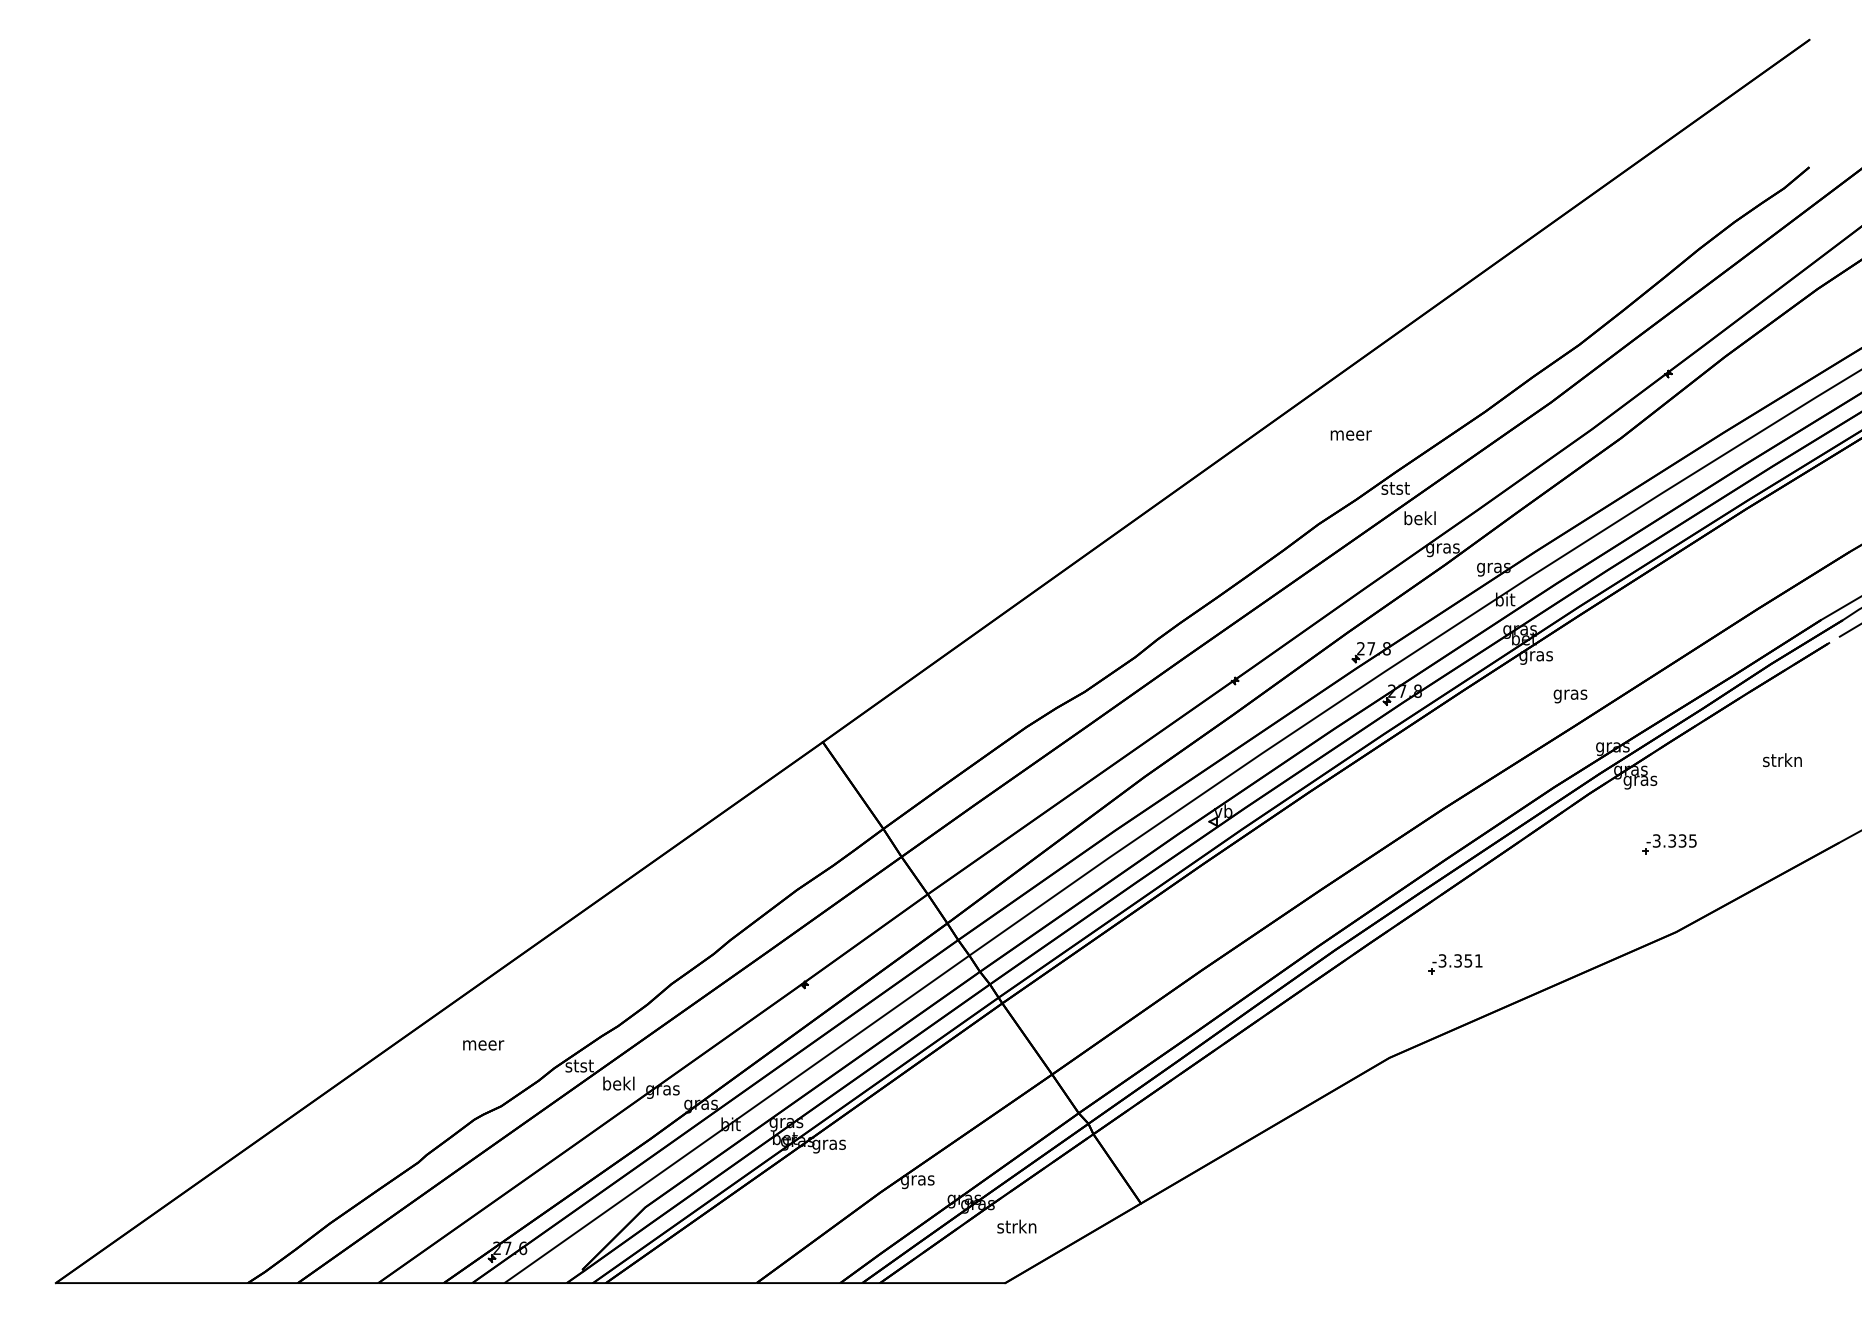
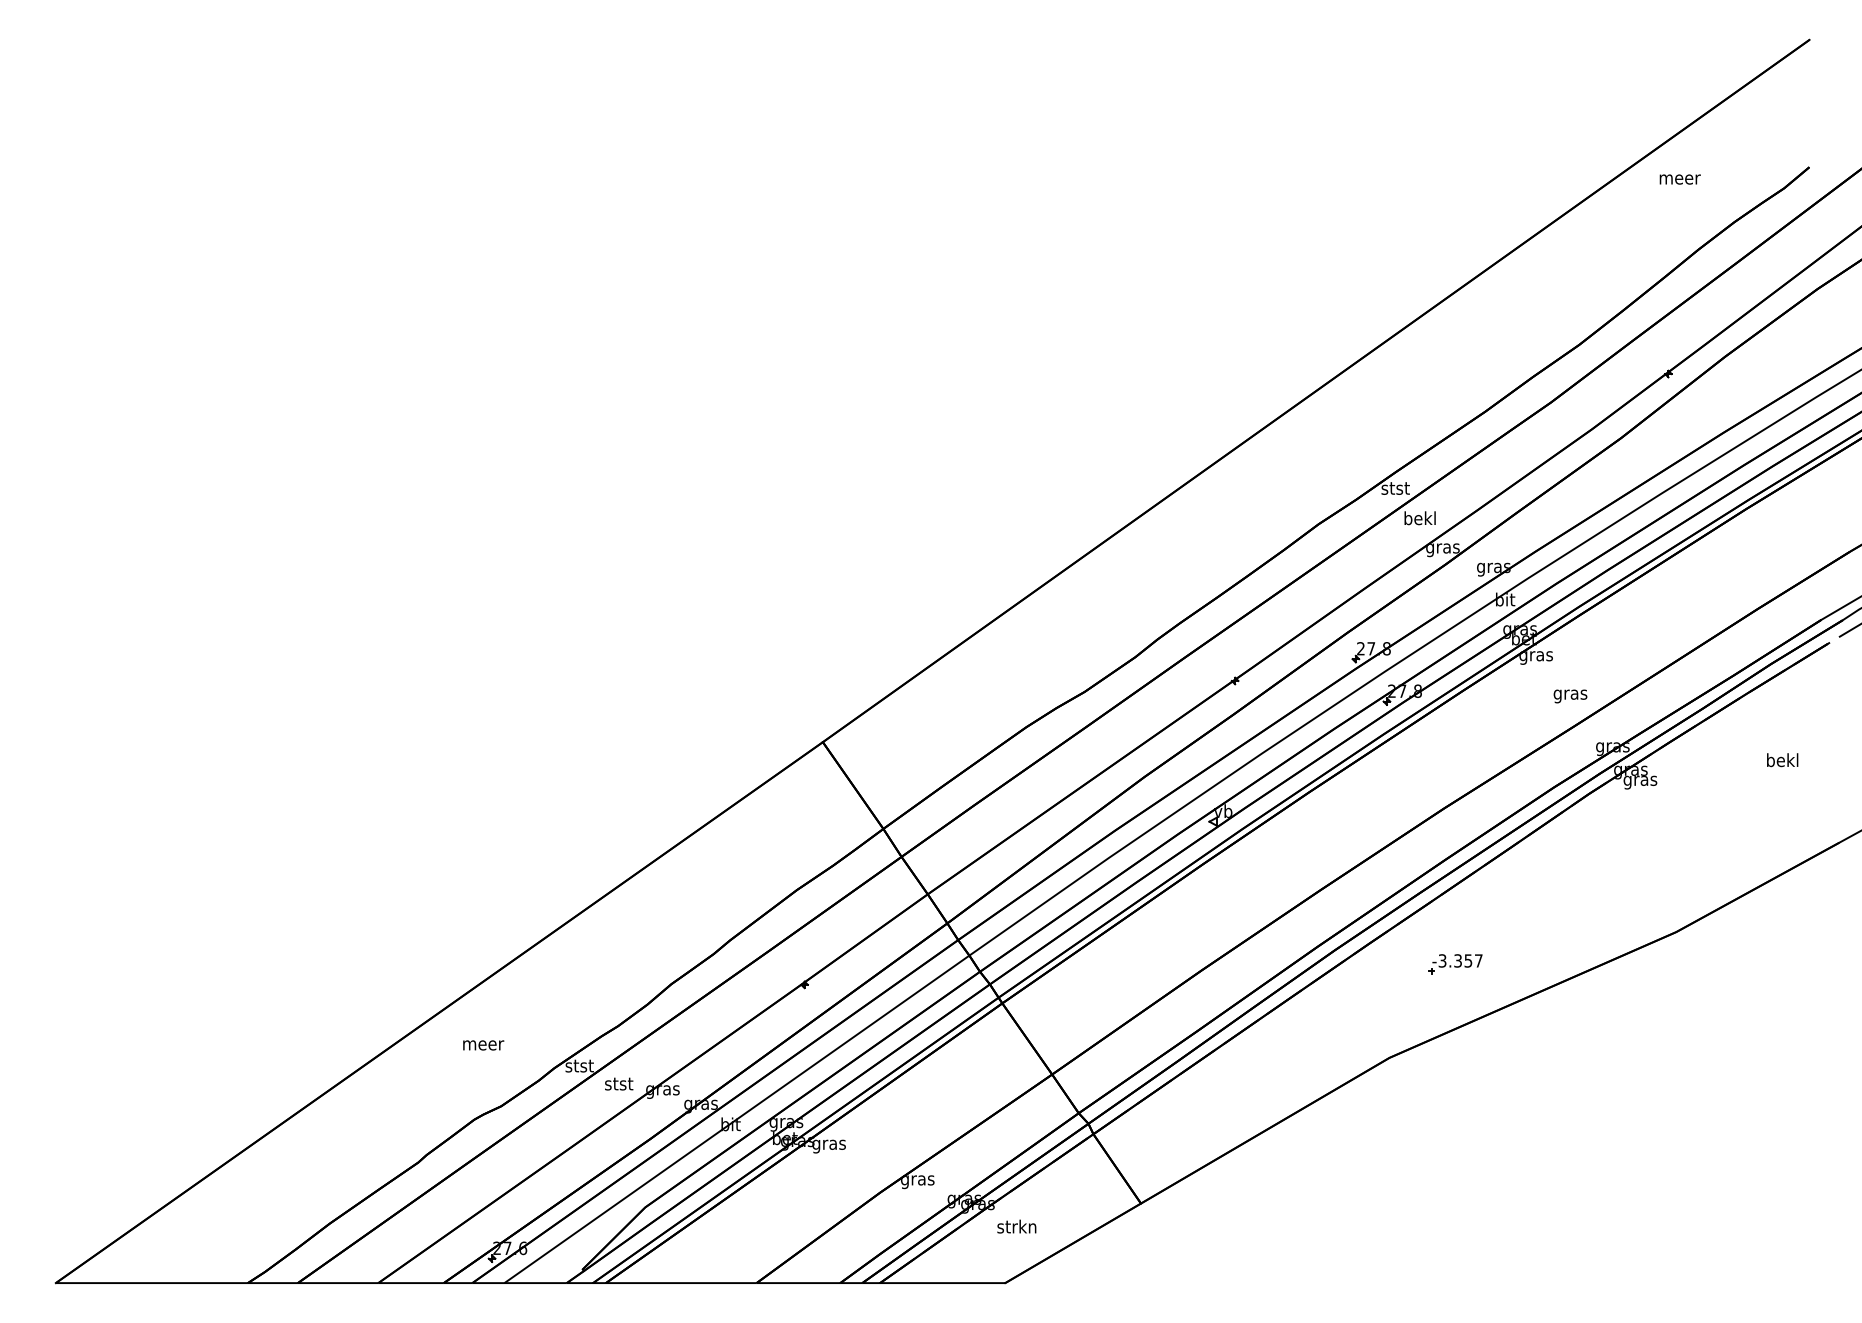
text at (1350, 435) position: (1350, 435) -> (1679, 179)
text at (1782, 760): strkn -> bekl
part at (1669, 844): present -> none
text at (1478, 960): -3.351 -> -3.357
text at (618, 1083): bekl -> stst
